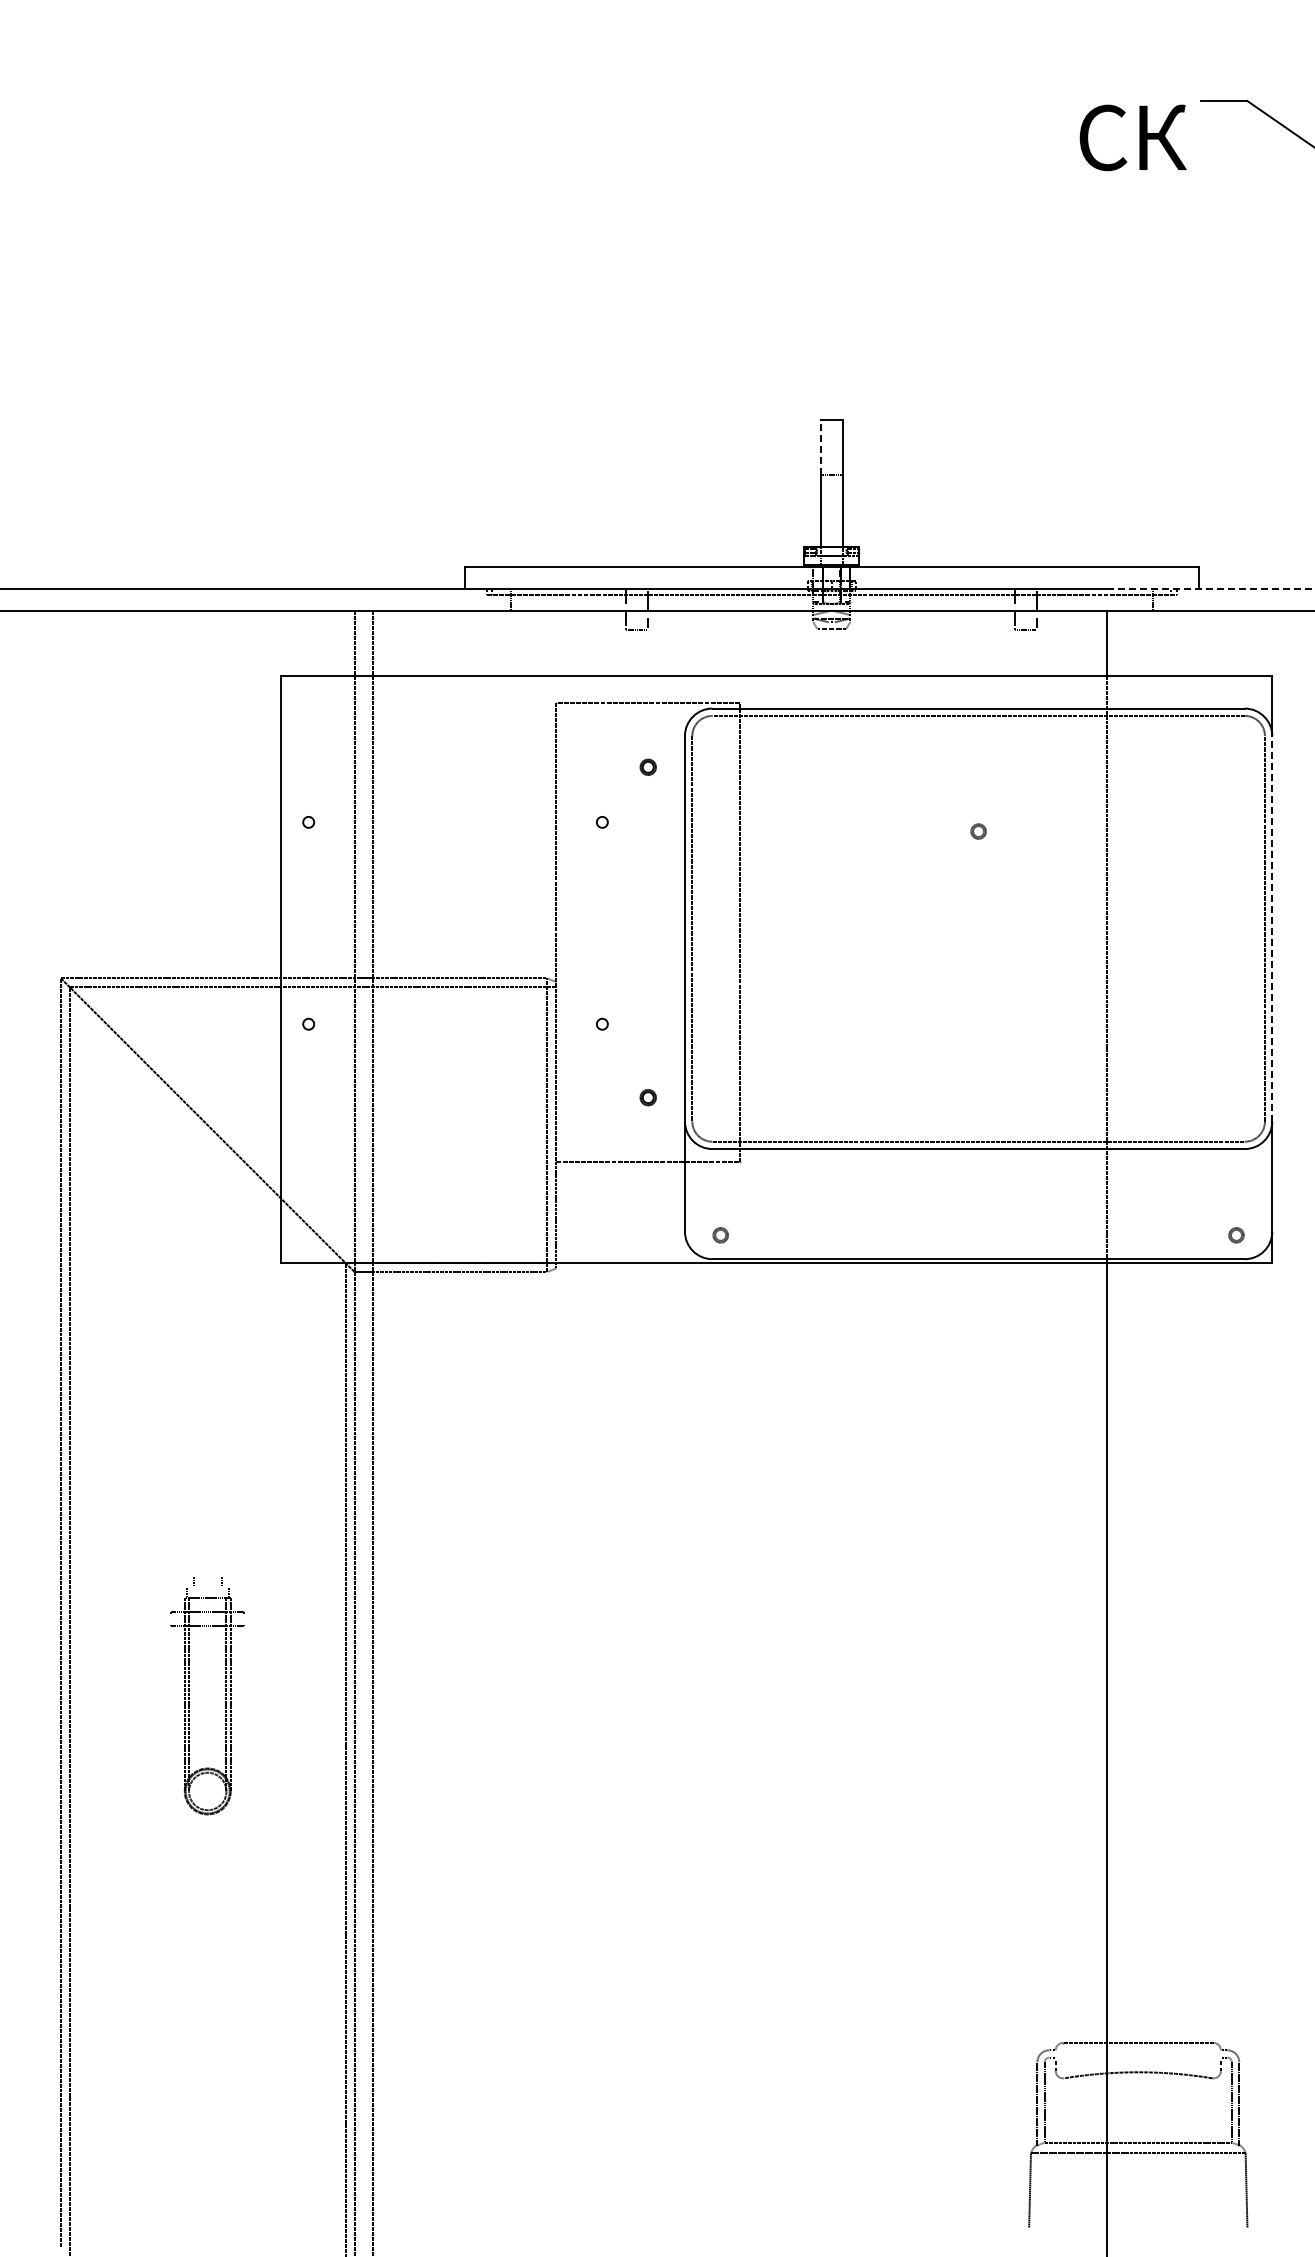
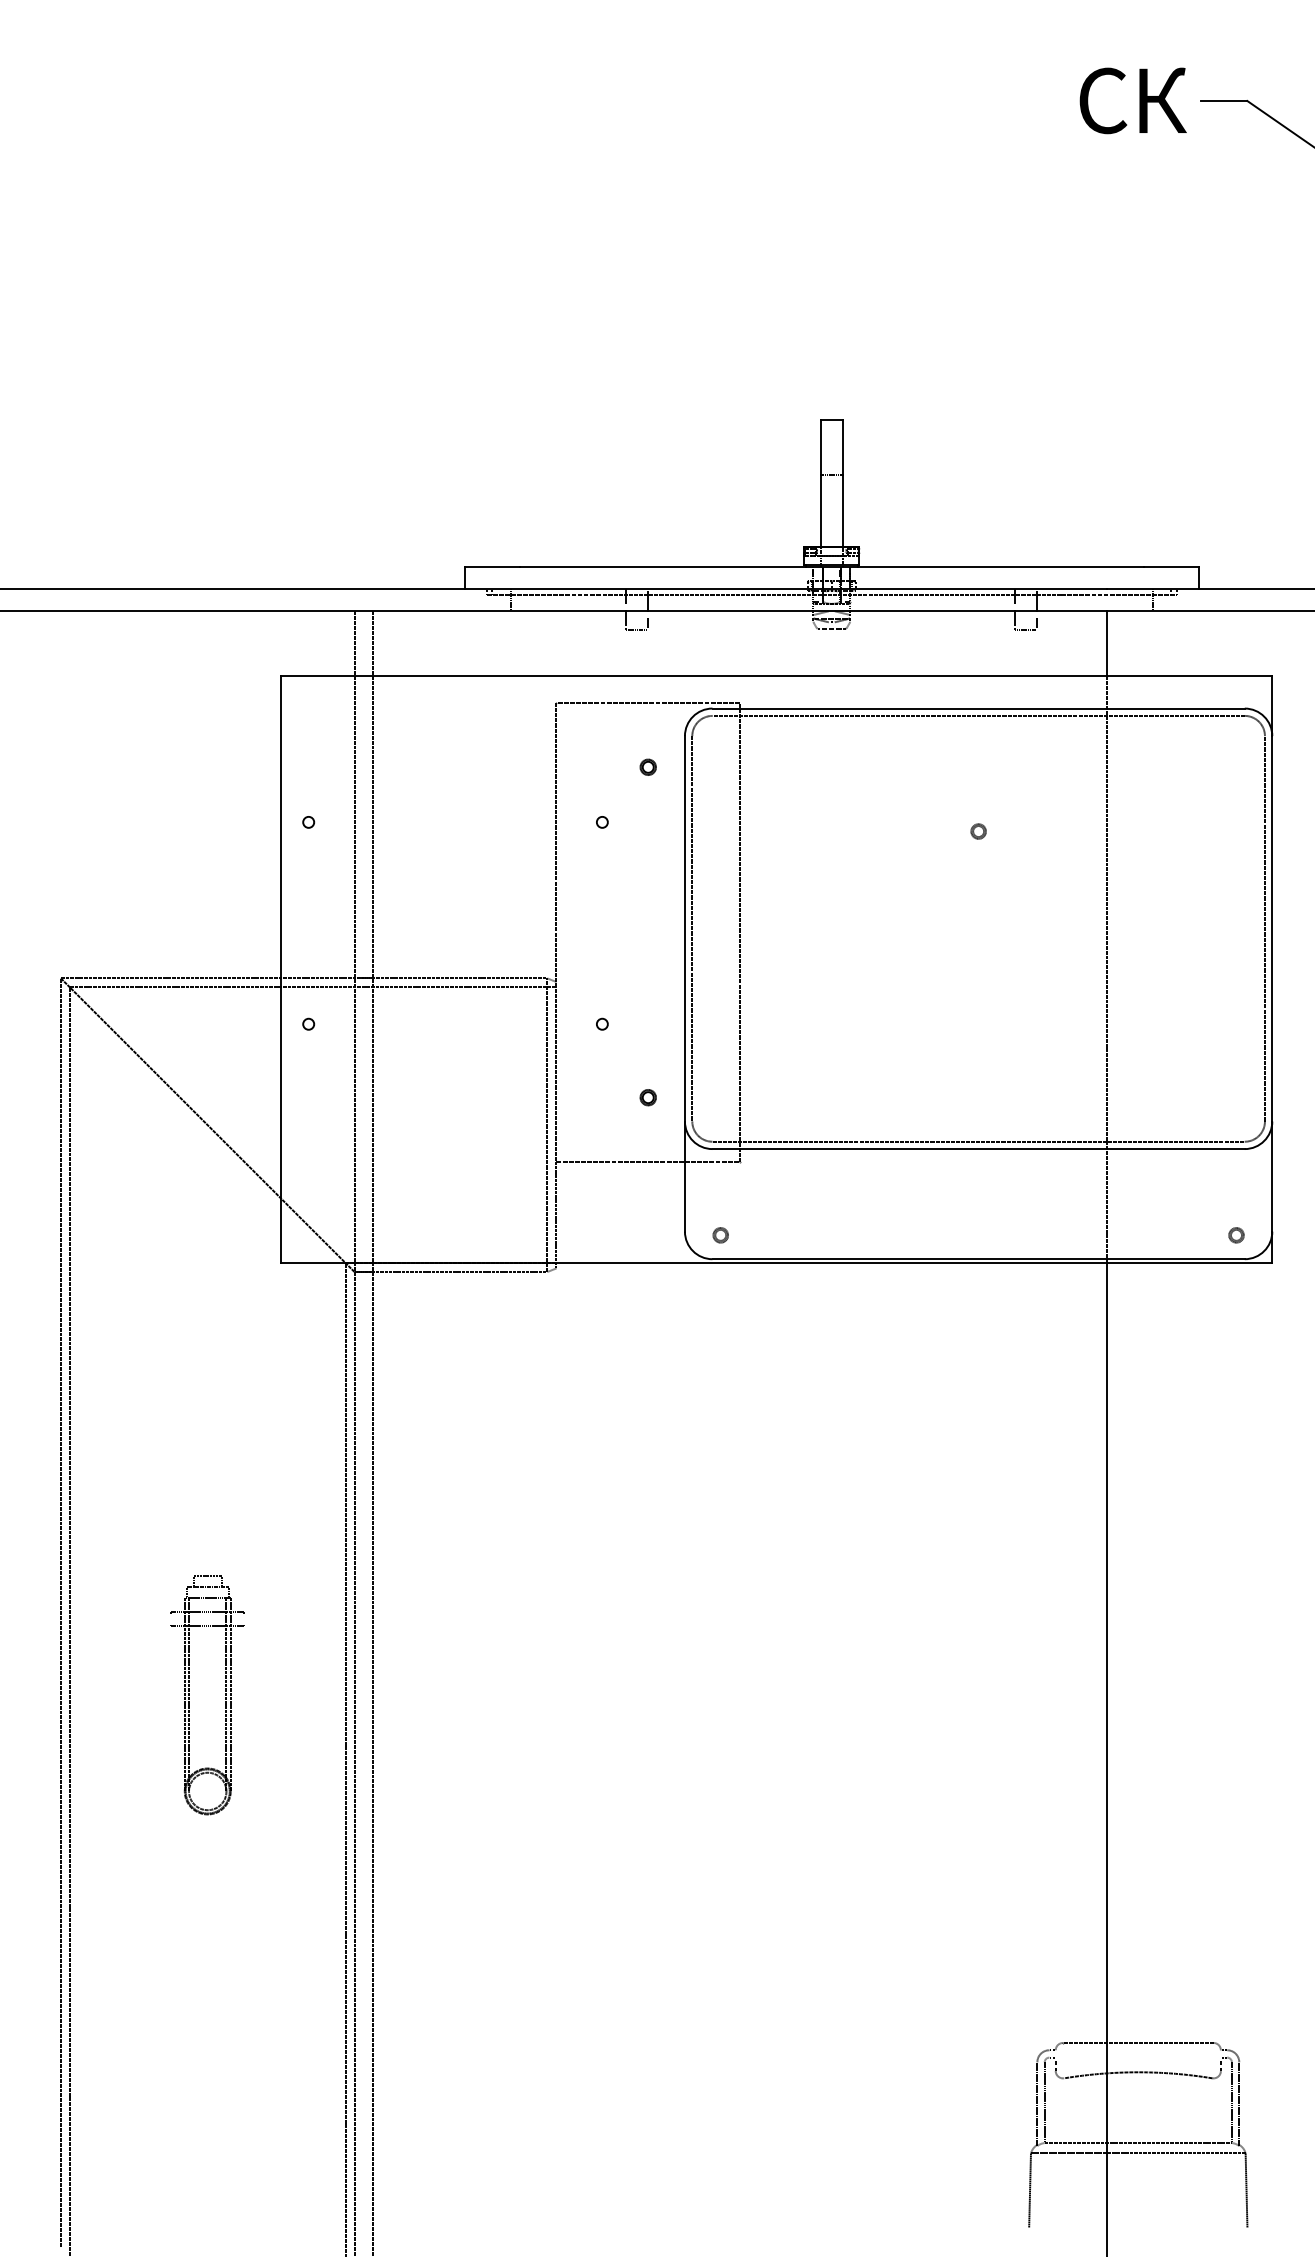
text at (1132, 137) position: (1132, 137) -> (1132, 100)
line at (820, 447): dashed -> solid
line at (1211, 589): dashed -> solid
line at (1272, 928): dashed -> solid
line at (207, 1575): none -> present
line at (207, 1586): none -> present
